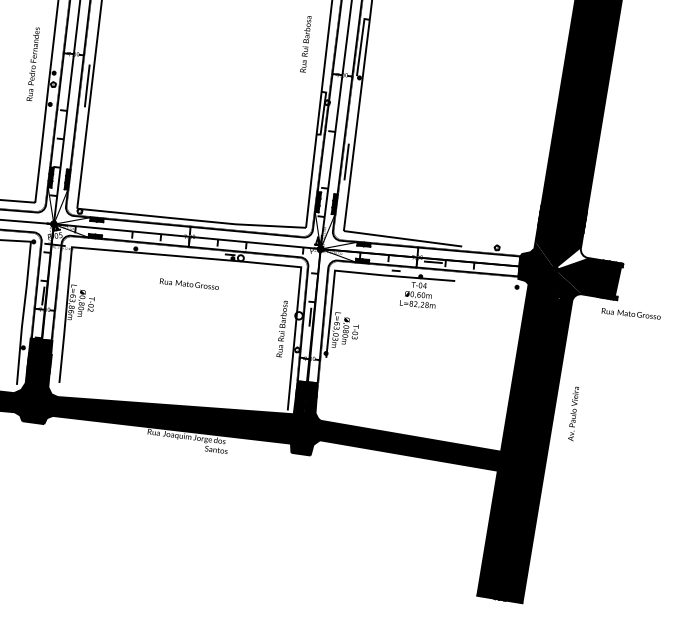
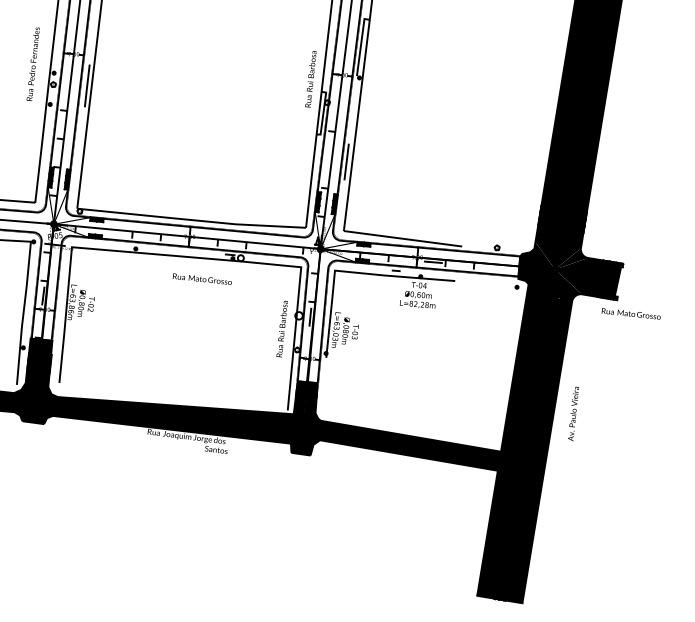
text at (305, 44) position: (305, 44) -> (310, 79)
fill at (572, 258): none -> present
text at (188, 283) position: (188, 283) -> (201, 278)
